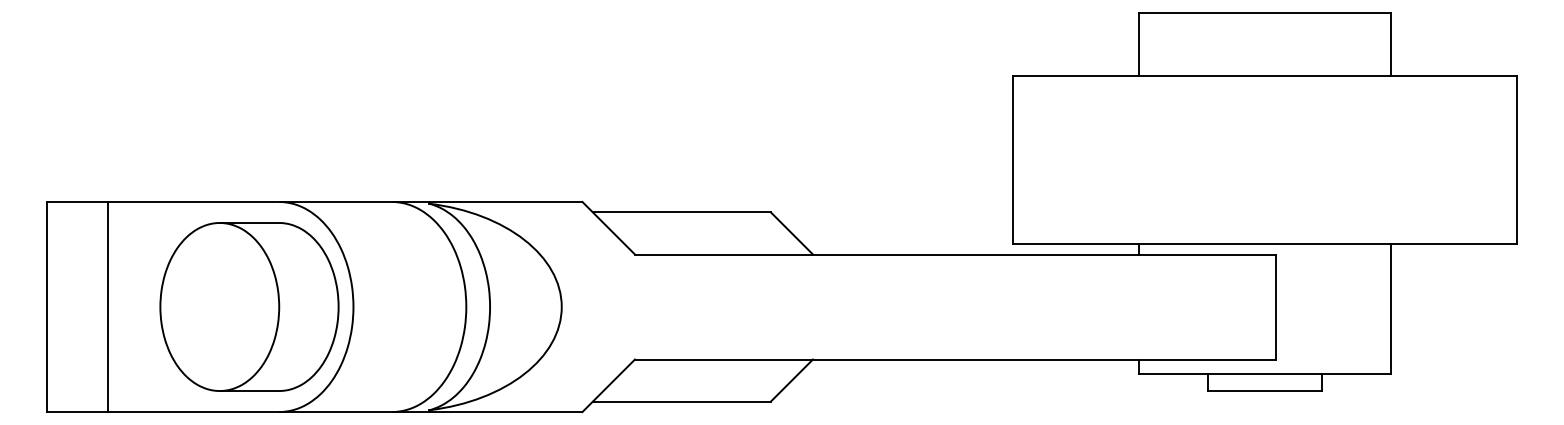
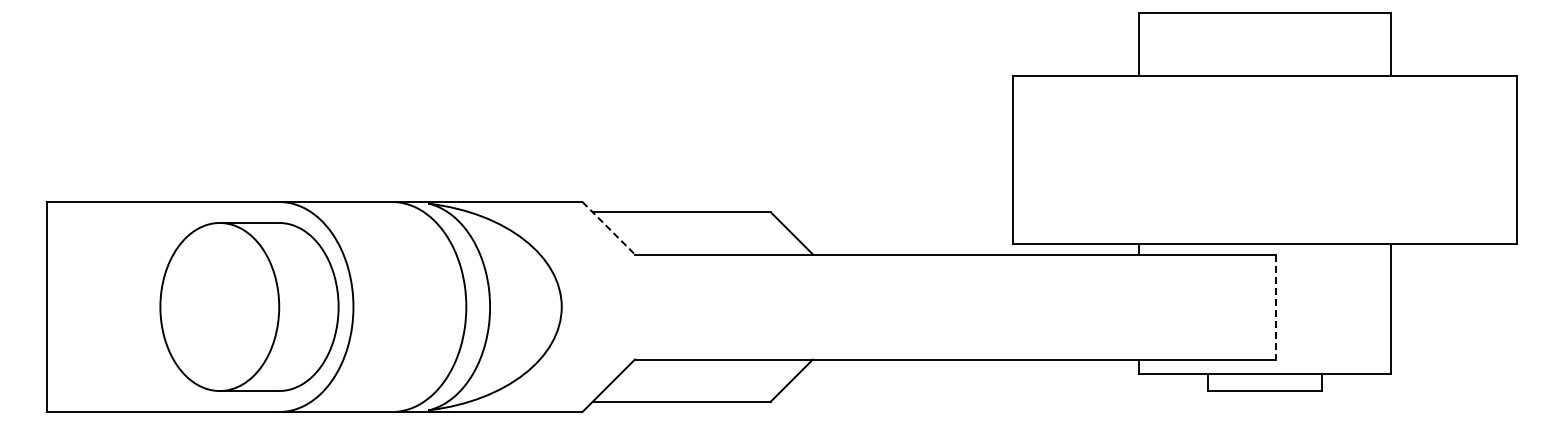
line at (609, 228): solid -> dashed
line at (108, 307): present -> none
line at (1275, 307): solid -> dashed
